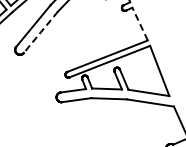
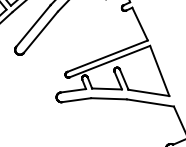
line at (139, 23): dashed -> solid
line at (40, 32): dashed -> solid
